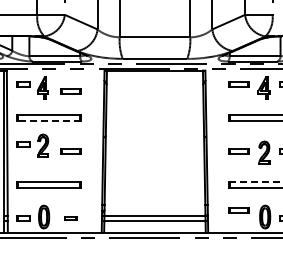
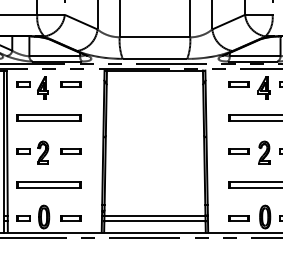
part at (70, 91) position: (70, 91) -> (70, 84)
line at (48, 120): dashed -> solid
part at (32, 145) position: (32, 145) -> (32, 152)
line at (255, 182): dashed -> solid
part at (238, 210) position: (238, 210) -> (238, 218)
part at (70, 218) size: 14x5 px -> 22x7 px
